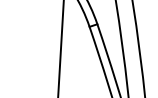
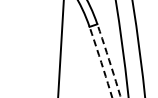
arc at (109, 60): solid -> dashed
arc at (101, 61): solid -> dashed
